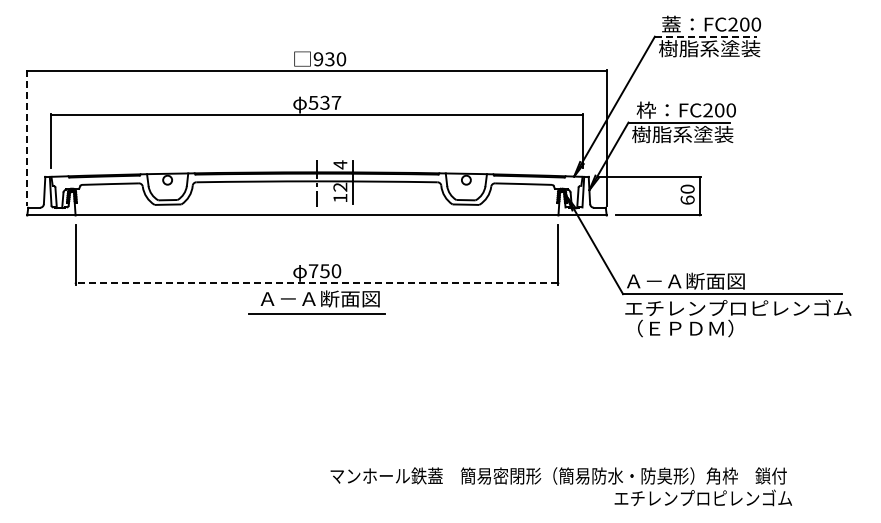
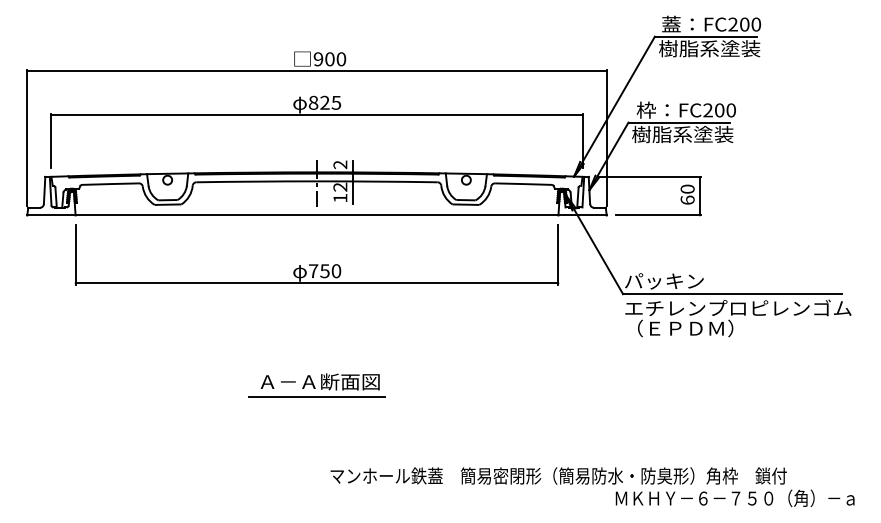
line at (706, 36): dashed -> solid
text at (329, 59): 930 -> 900
text at (324, 102): 537 -> 825
line at (27, 138): dashed -> solid
text at (340, 164): 4 -> 2
text at (684, 280): Ａ－Ａ断面図 -> パッキン
line at (316, 283): dashed -> solid
part at (316, 302) position: (316, 302) -> (316, 385)
text at (734, 497): エチレンプロピレンゴム -> ＭＫＨＹ－６－７５０（角）－ａ
